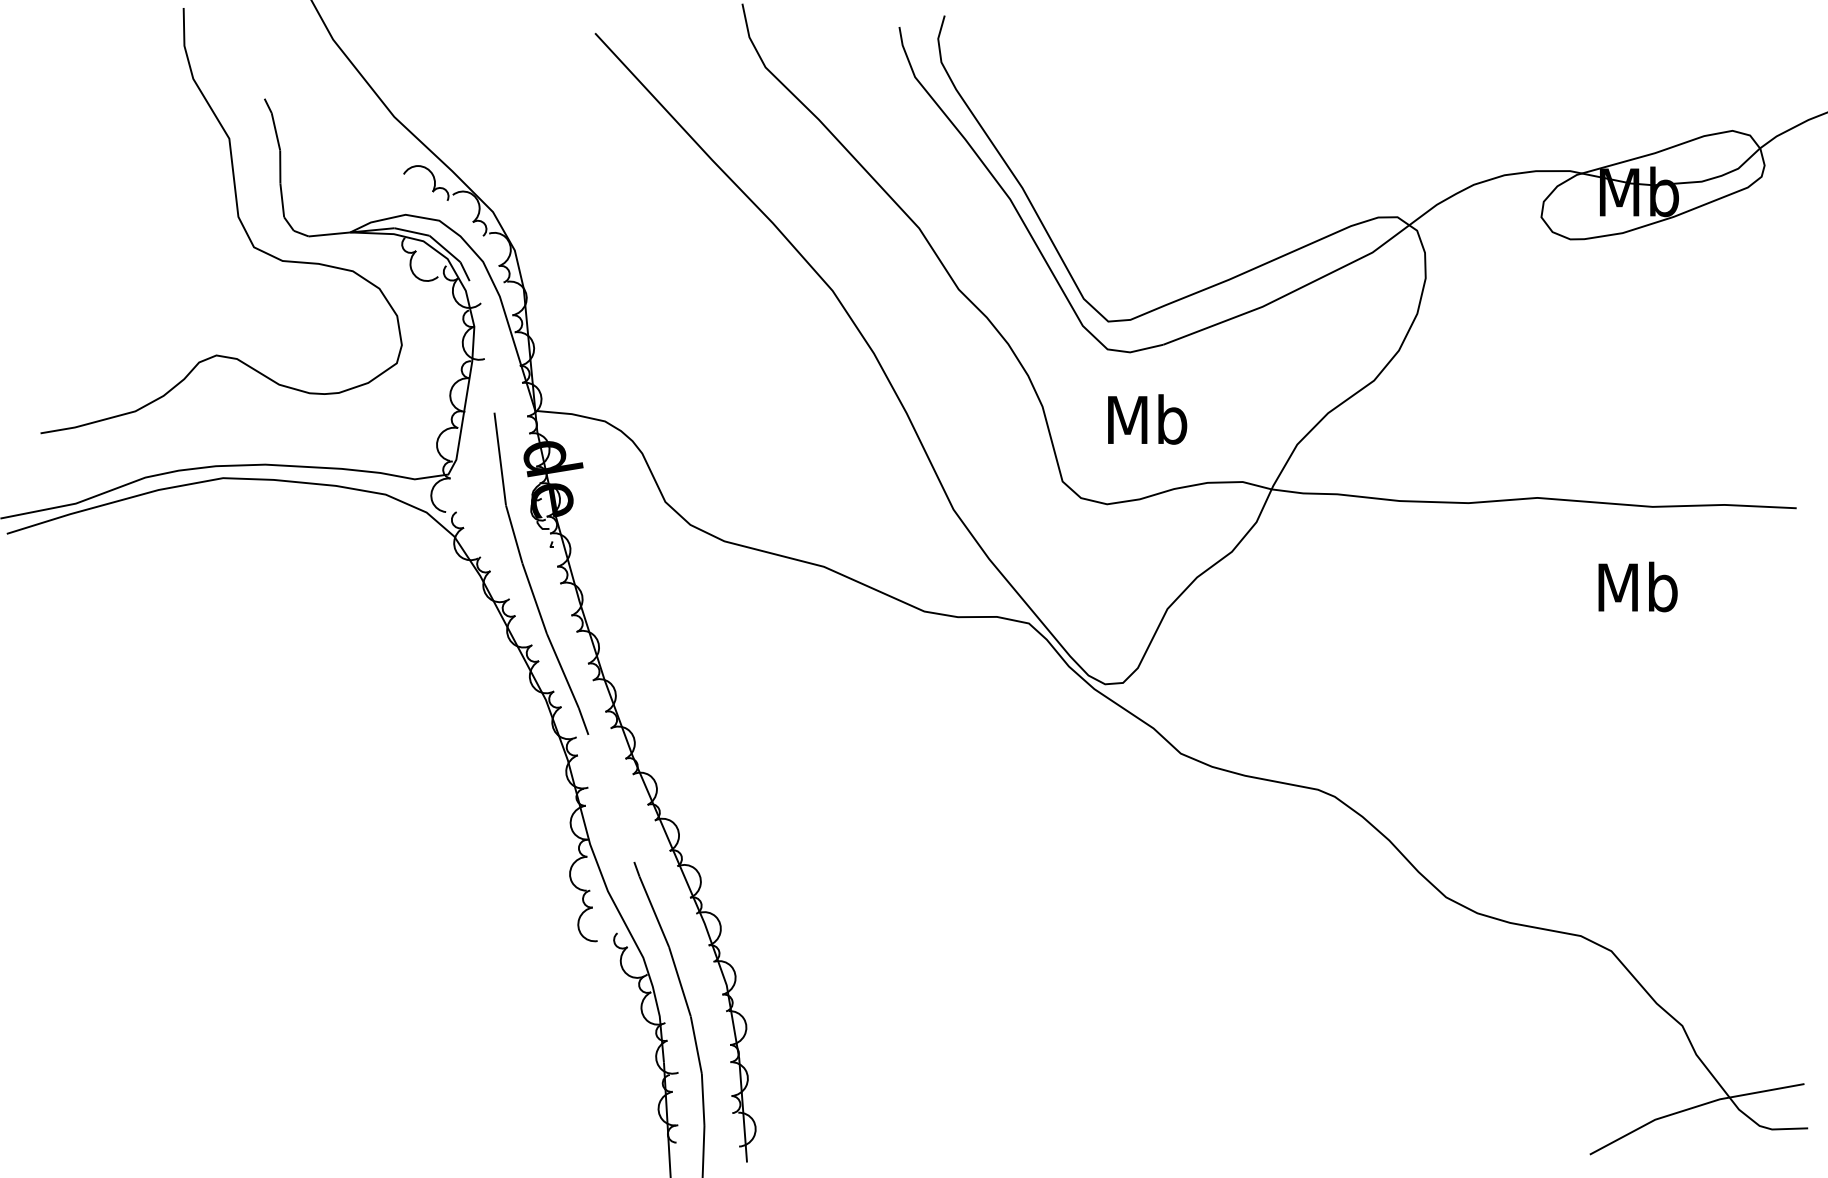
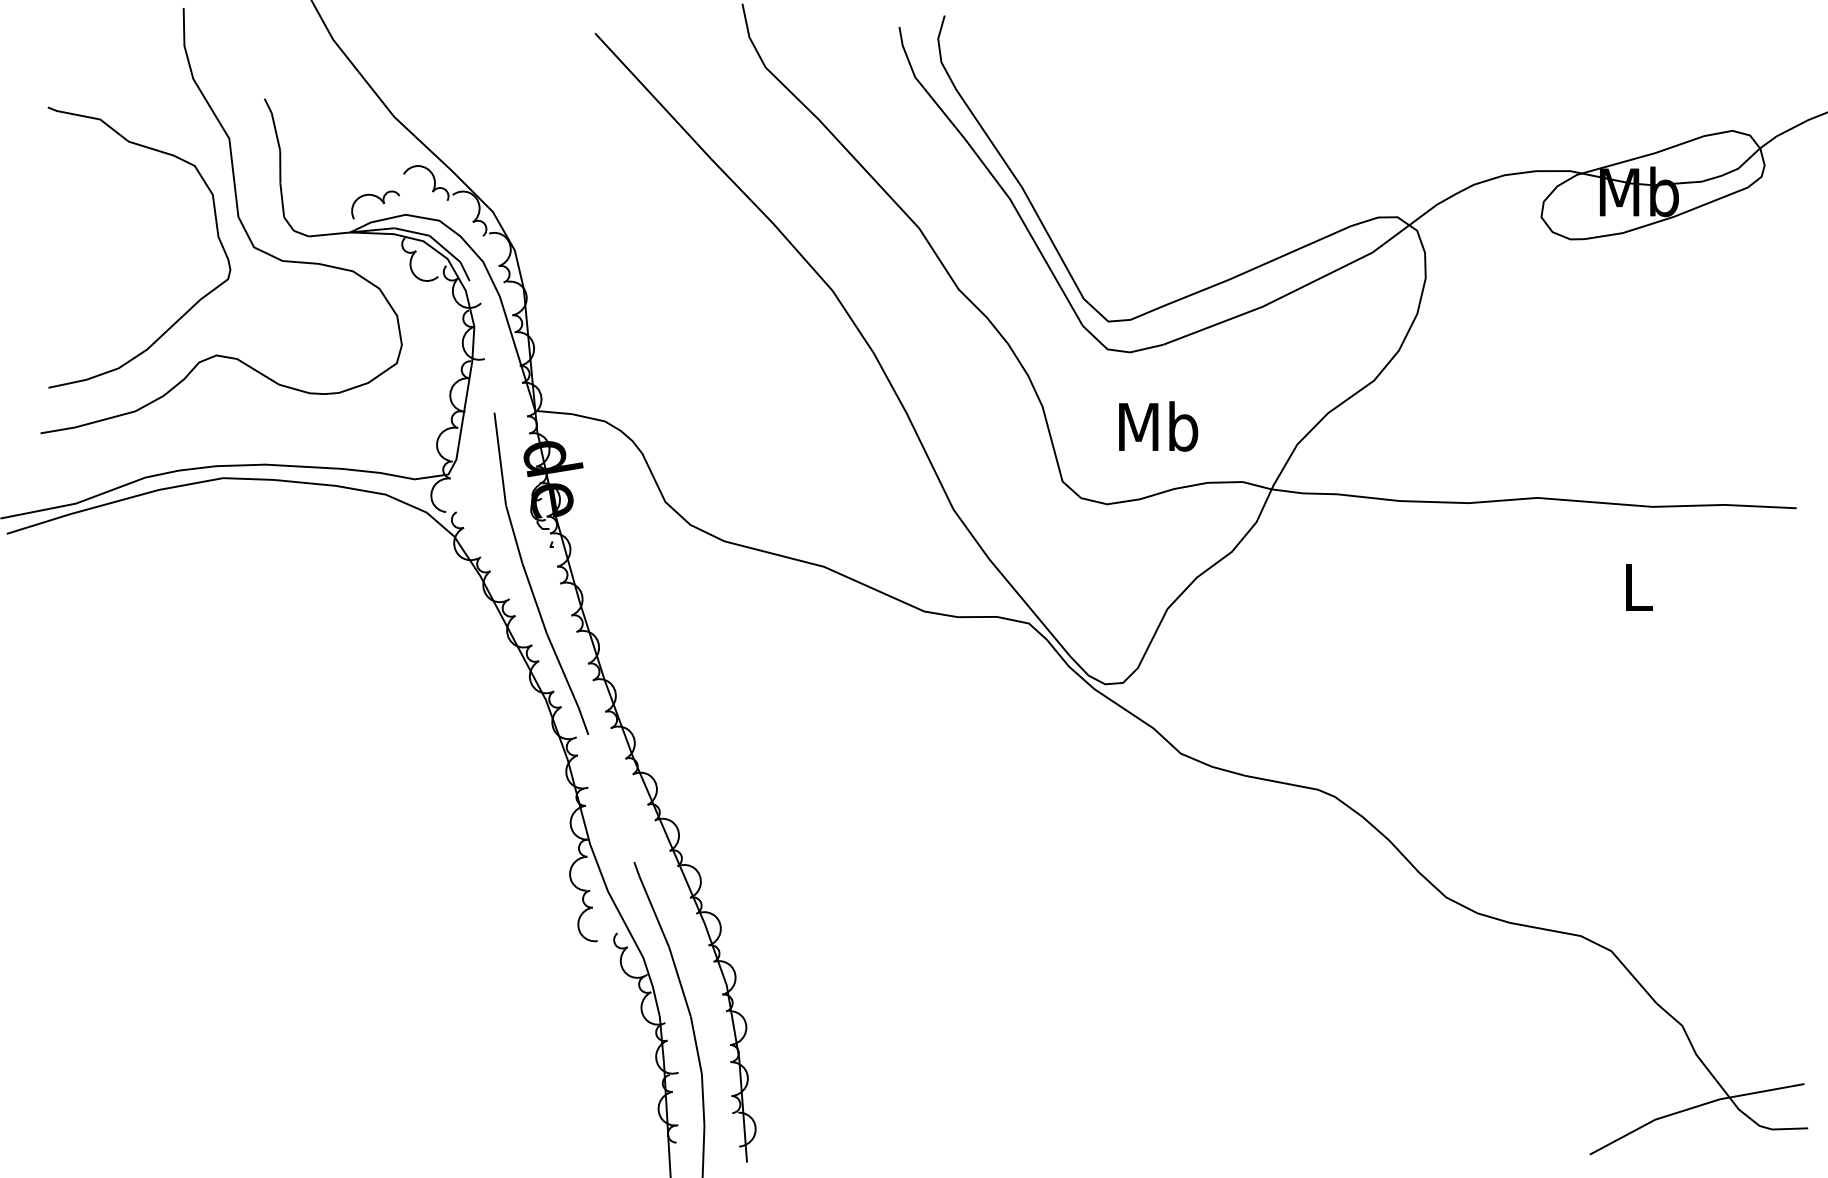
part at (377, 198): none -> present
curve at (194, 303): none -> present
text at (1147, 419) position: (1147, 419) -> (1158, 426)
text at (1637, 586): Mb -> L
